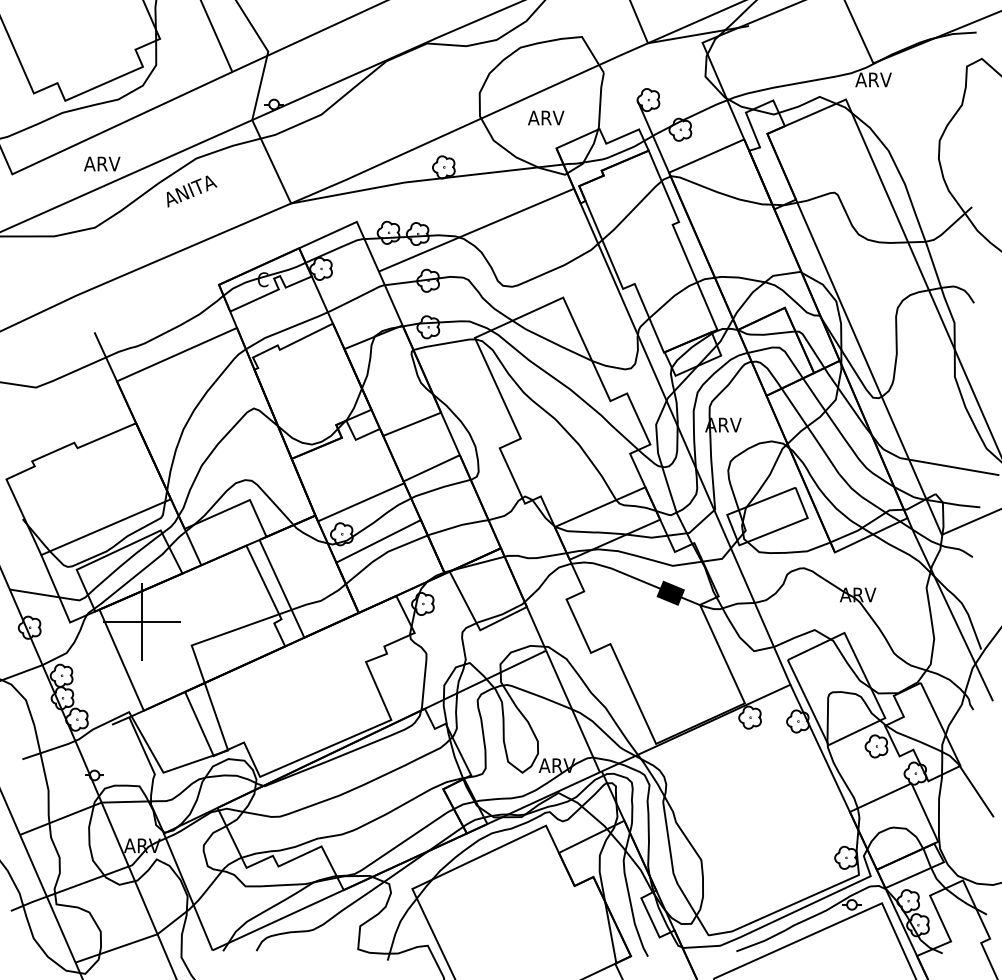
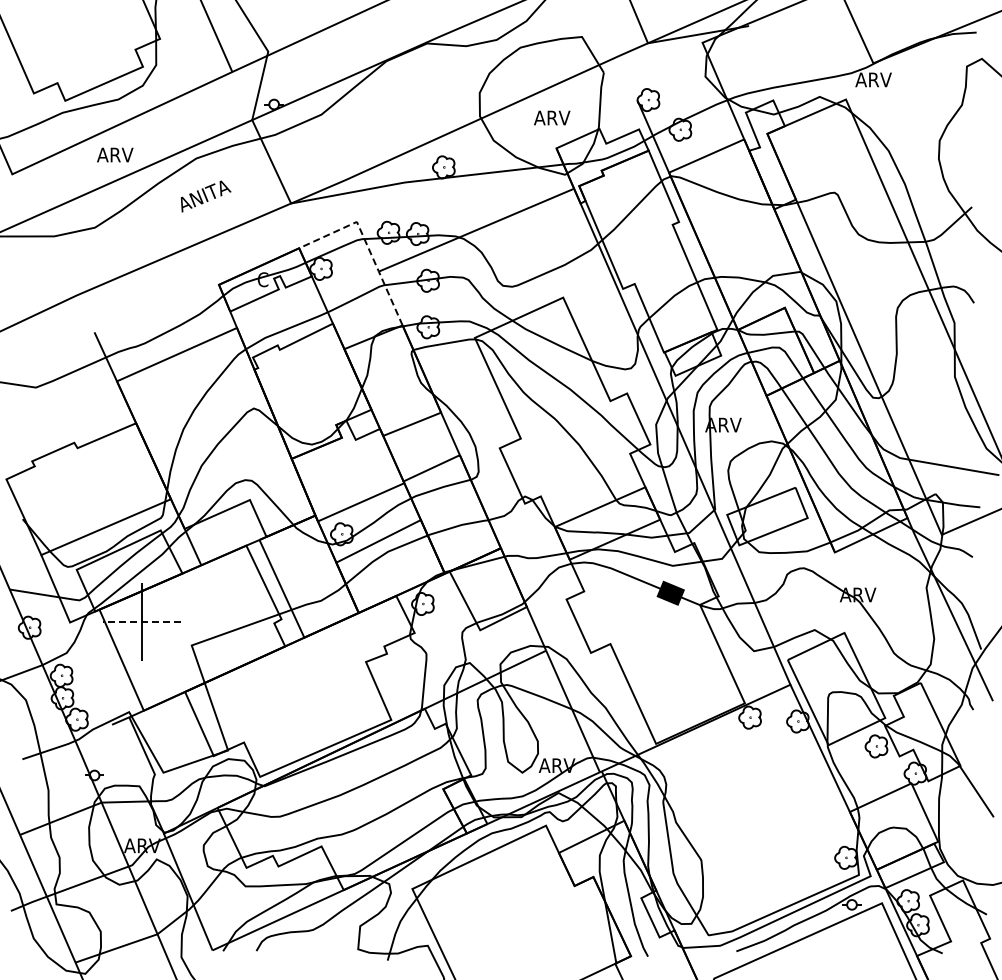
text at (546, 117) position: (546, 117) -> (552, 117)
text at (102, 163) position: (102, 163) -> (115, 154)
text at (191, 191) position: (191, 191) -> (205, 196)
line at (366, 244): solid -> dashed
line at (141, 621): solid -> dashed
